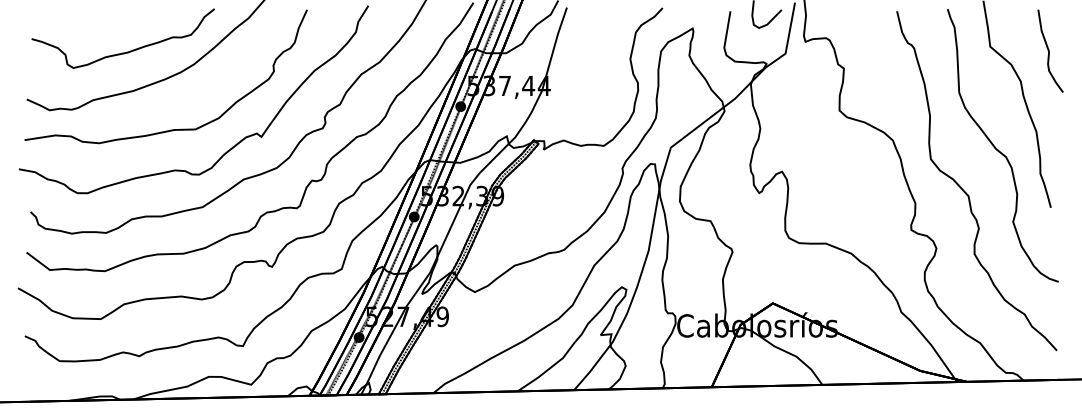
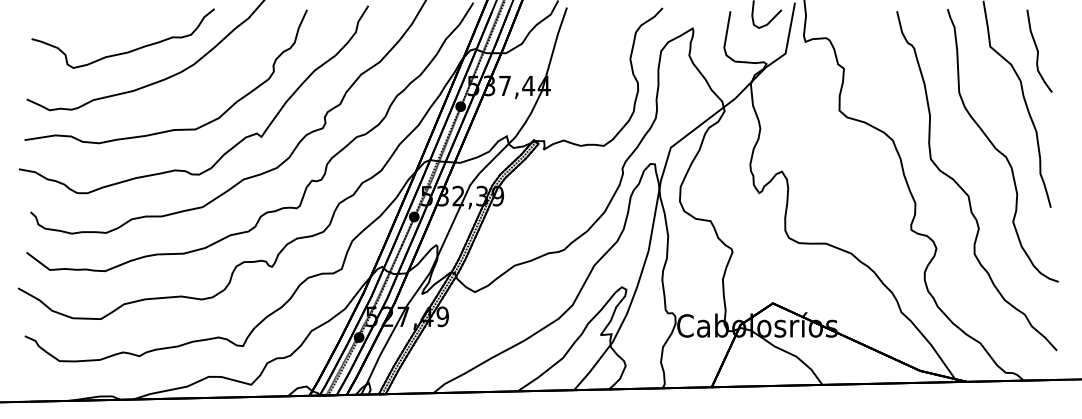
curve at (1049, 50) position: (1049, 50) -> (1038, 50)
